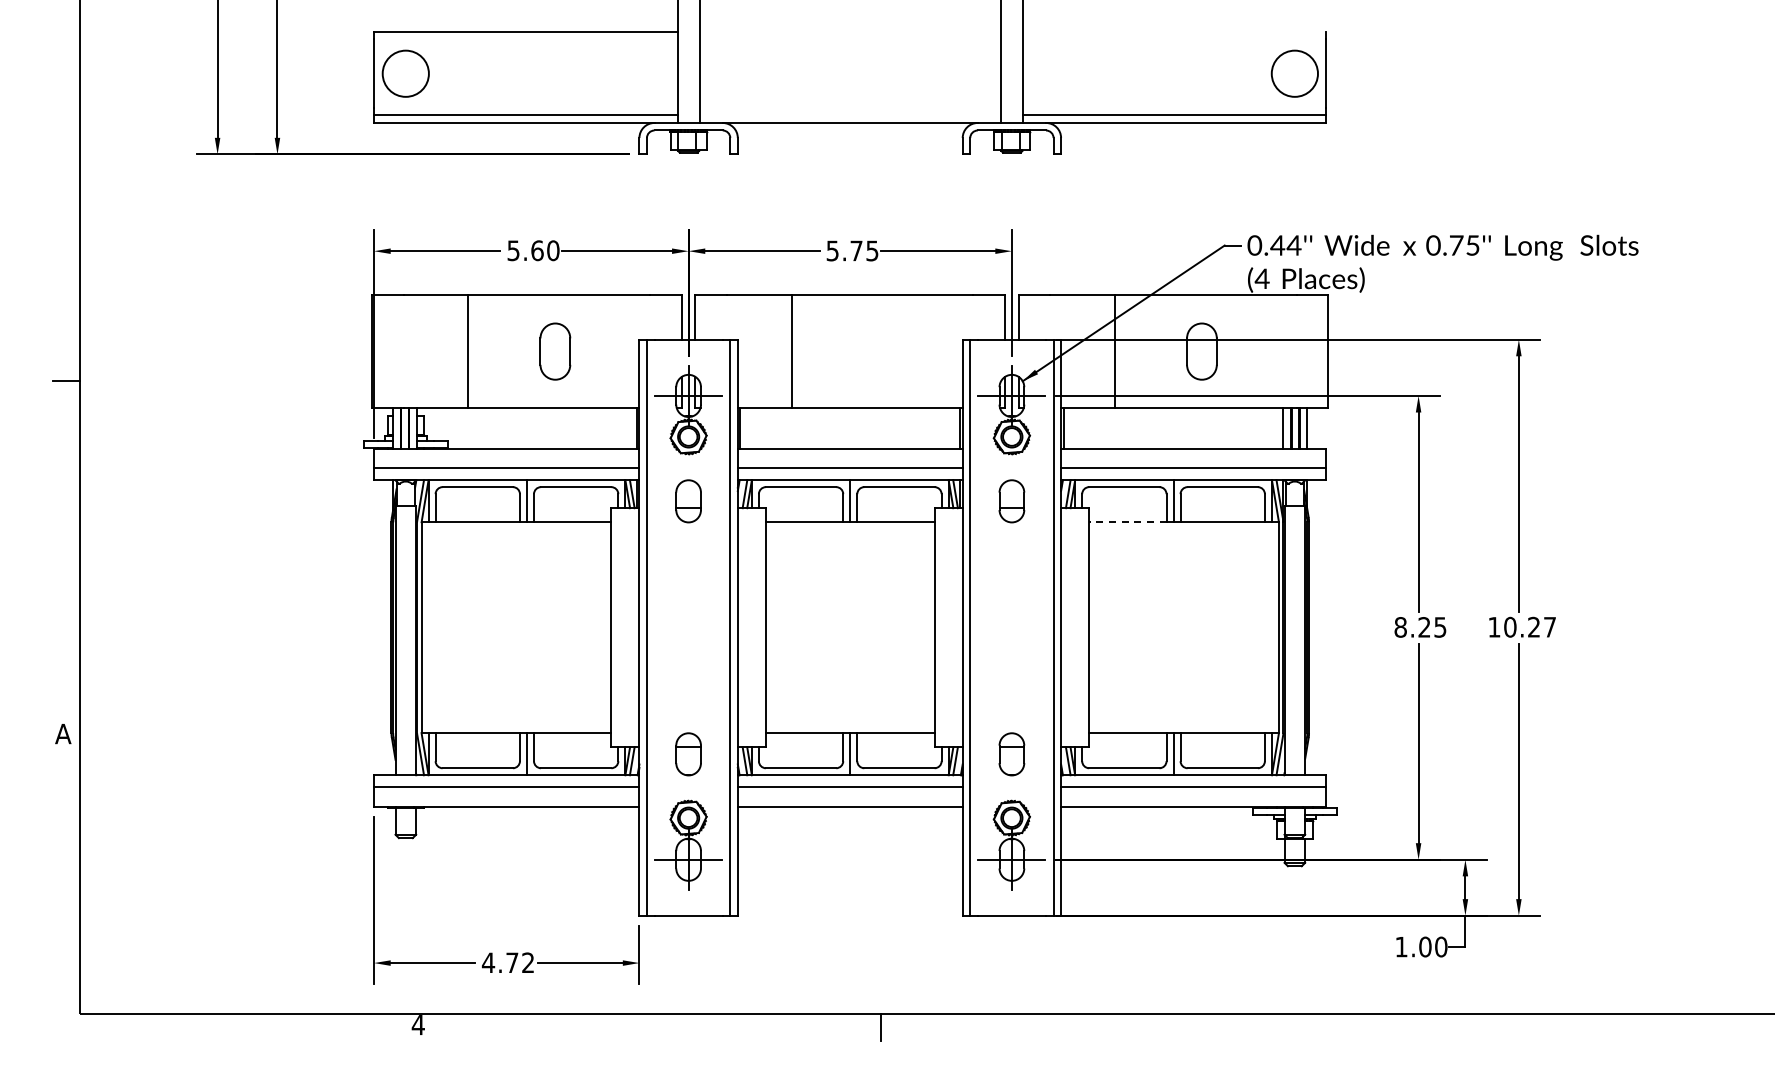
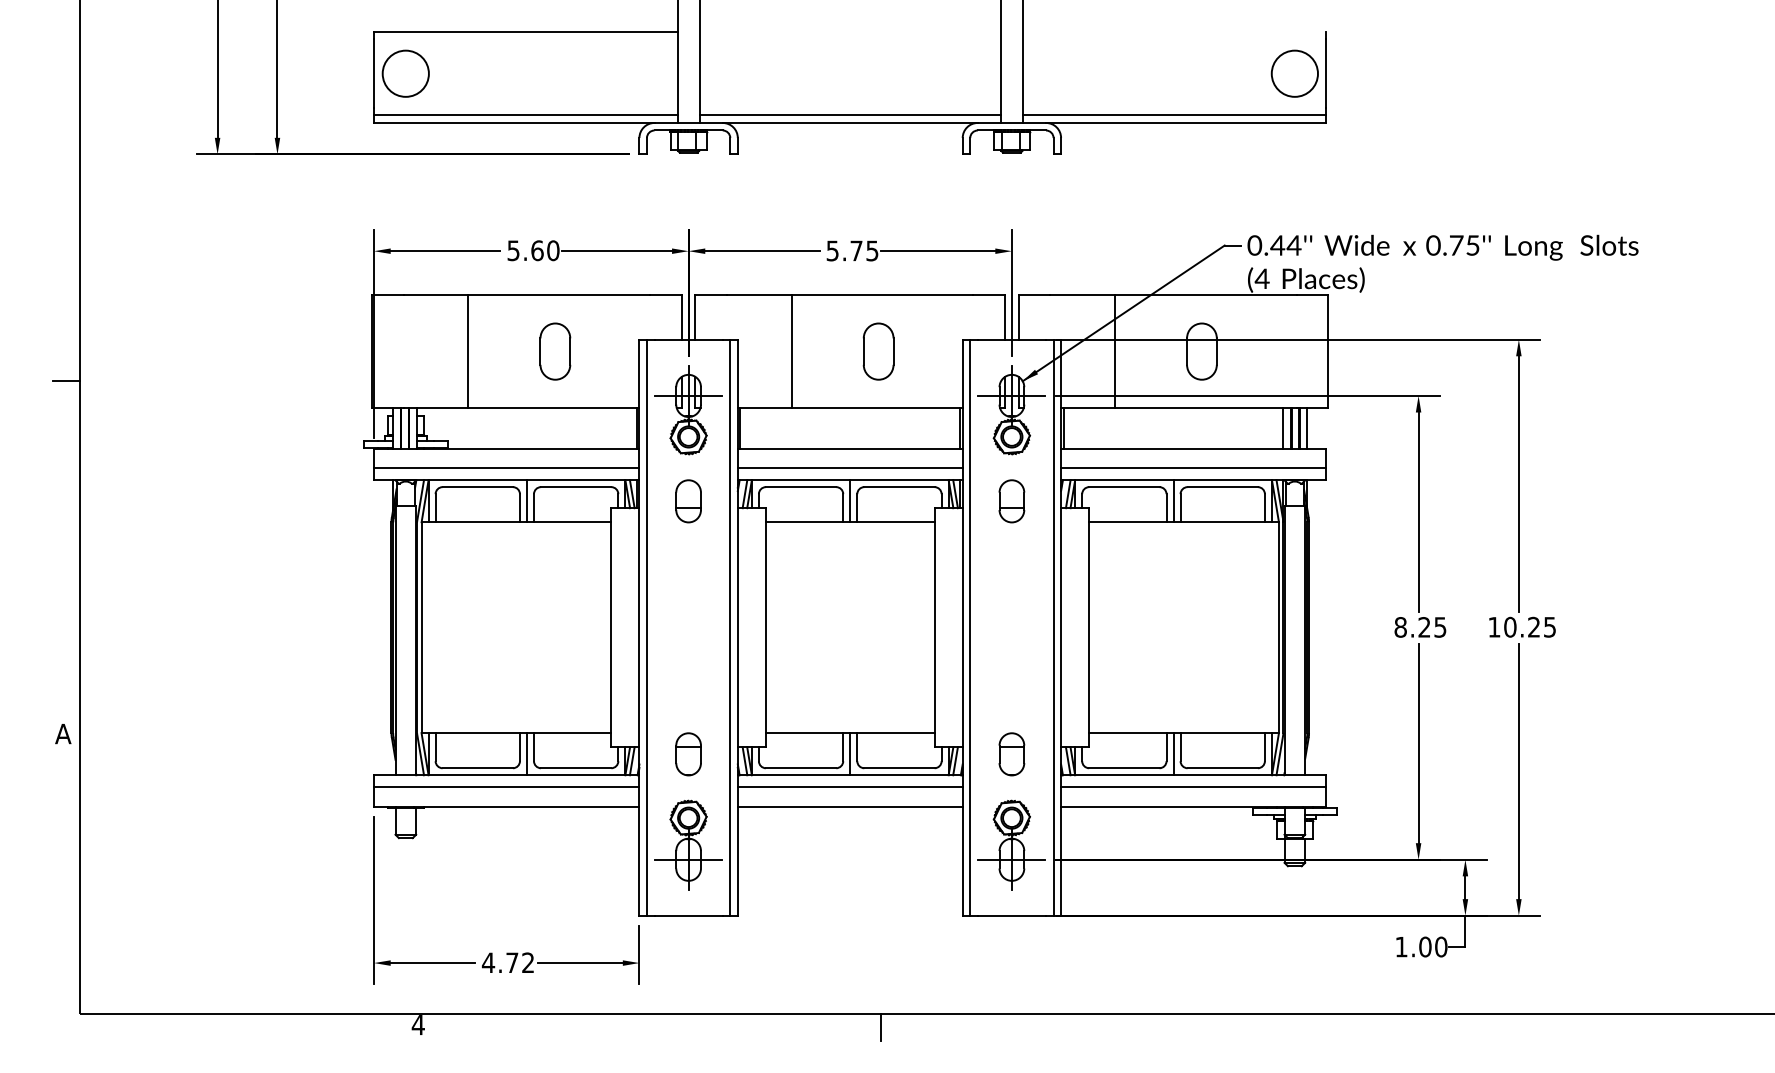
line at (849, 115): none -> present
part at (878, 351): none -> present
line at (1127, 522): dashed -> solid
text at (1549, 627): 10.27 -> 10.25
